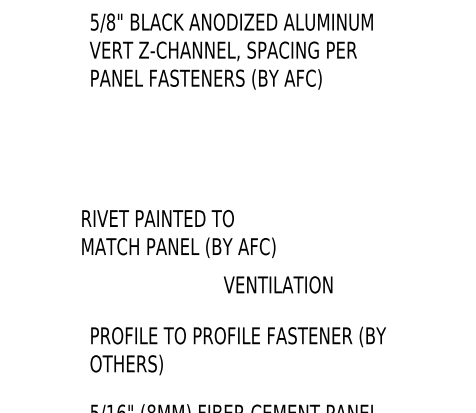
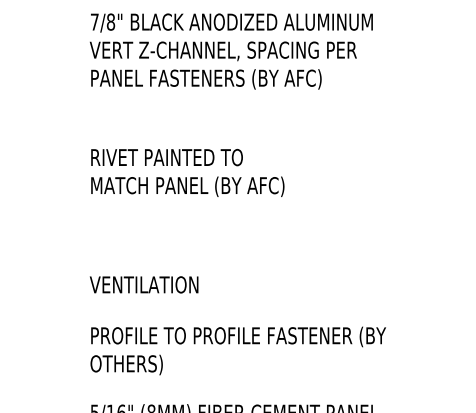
text at (94, 21): 5/8" -> 7/8"
text at (178, 233) position: (178, 233) -> (187, 172)
text at (277, 284) position: (277, 284) -> (143, 284)
